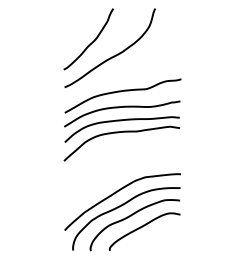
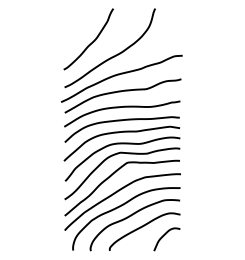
curve at (119, 75): none -> present
part at (117, 171): none -> present
curve at (164, 236): none -> present
